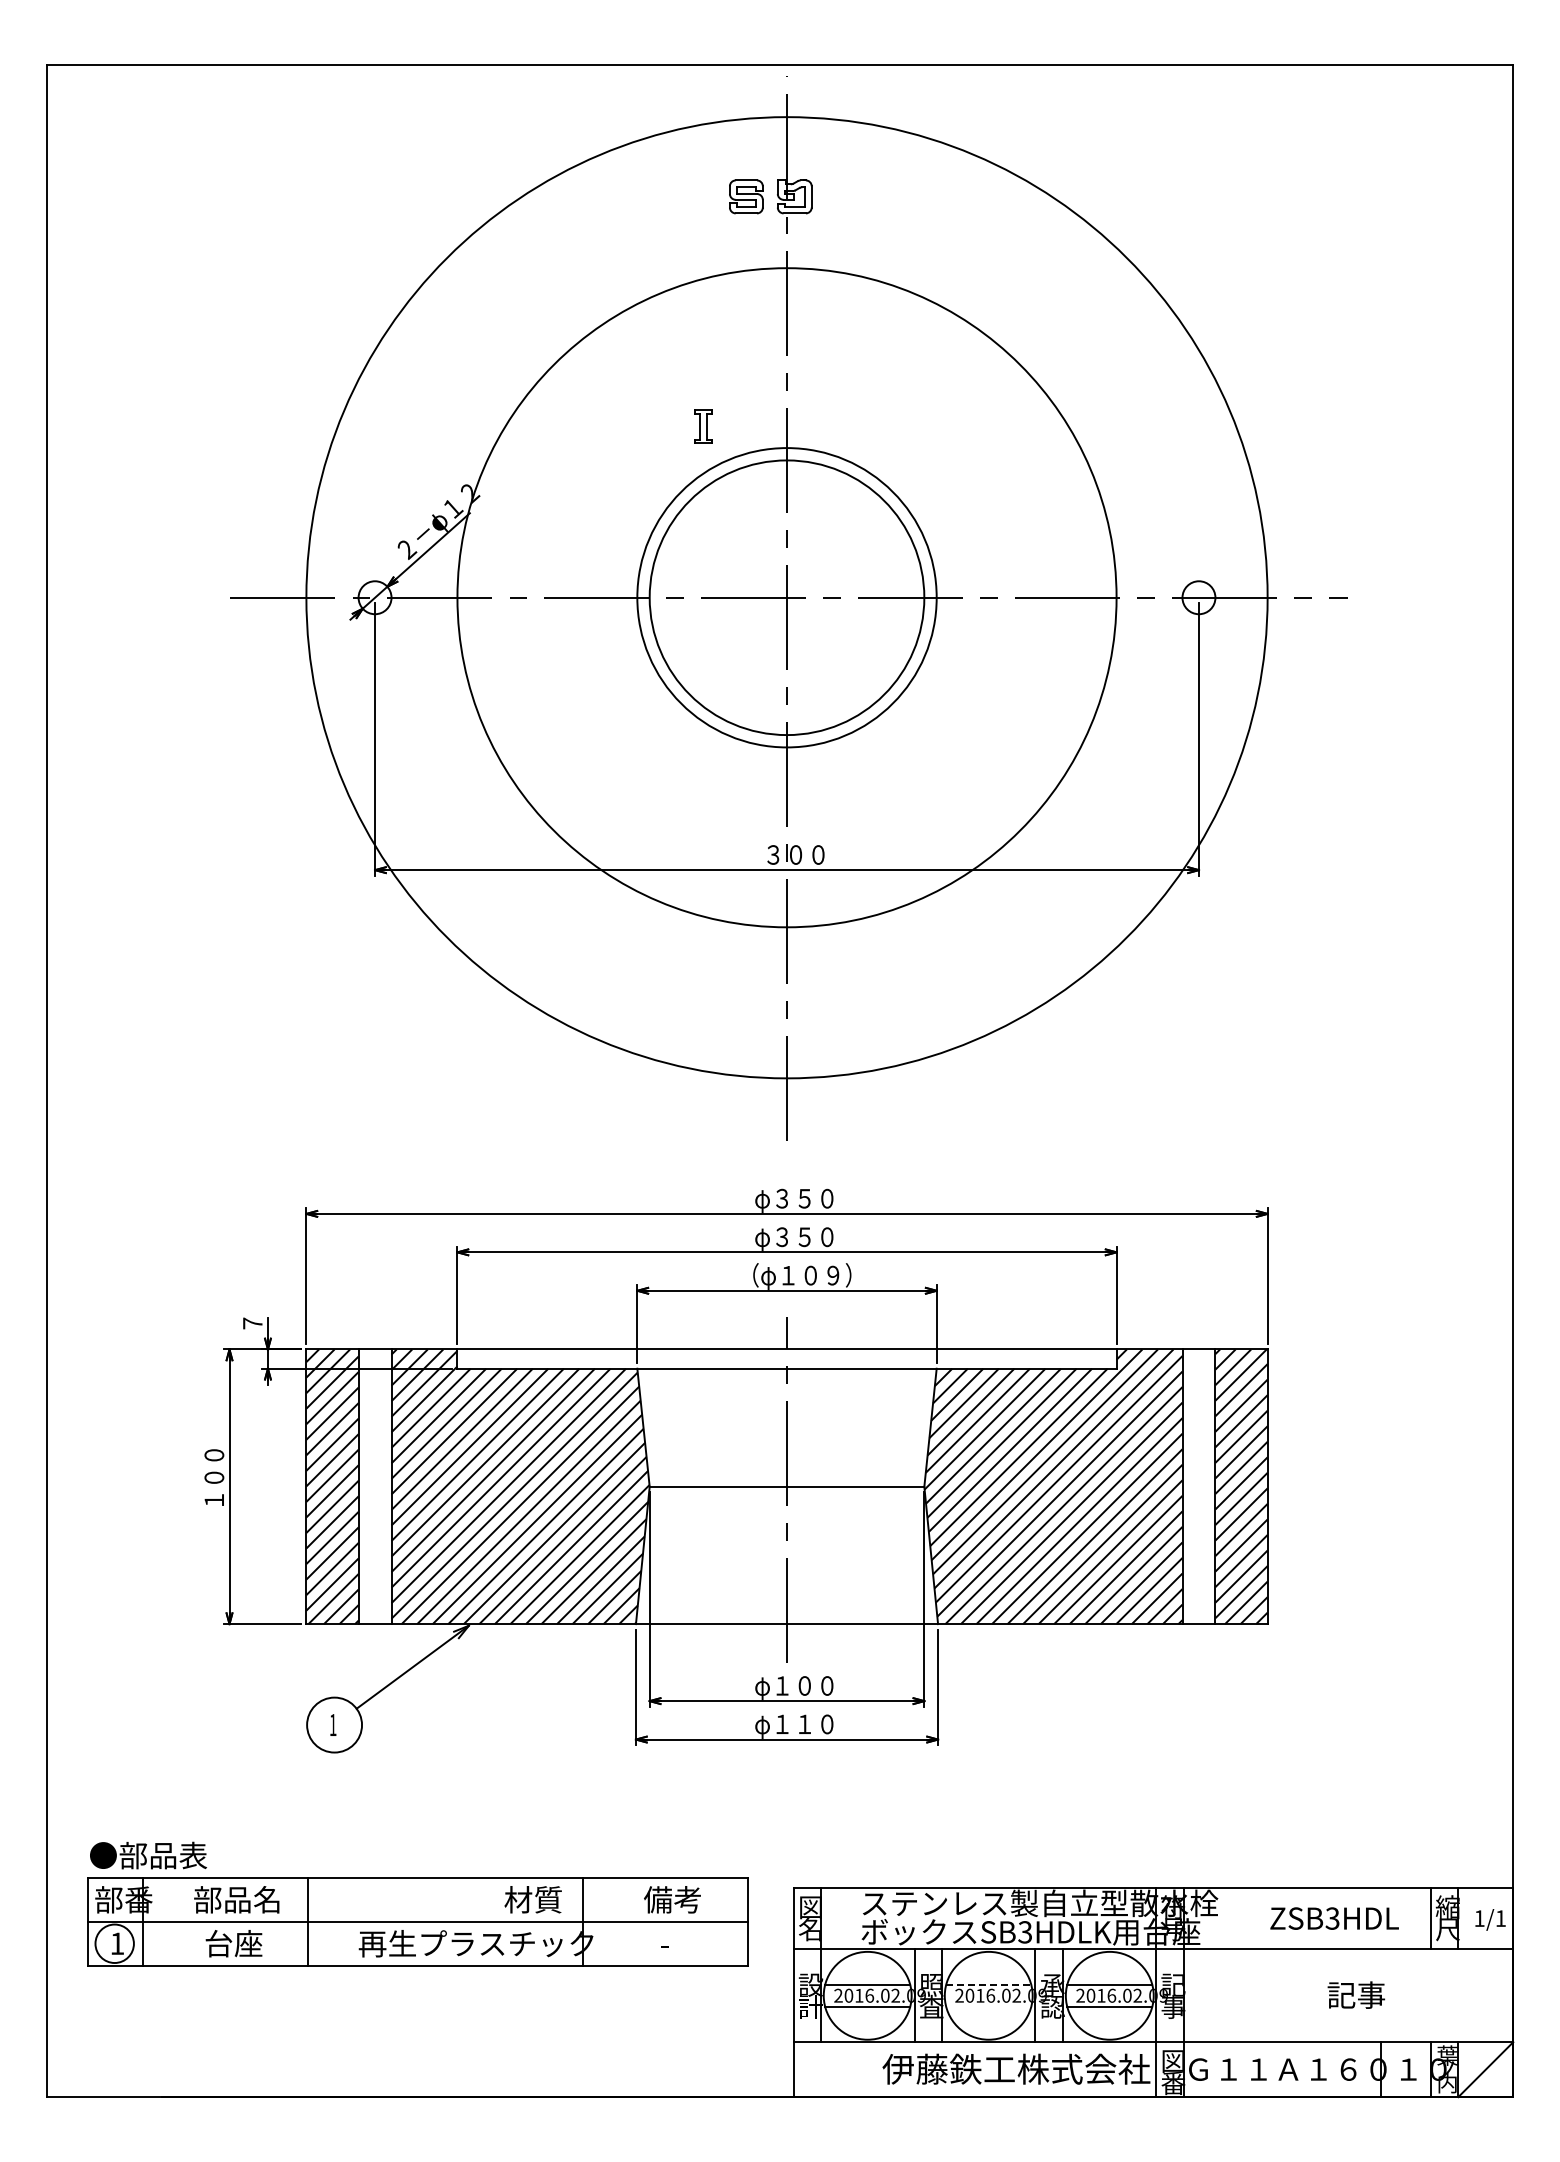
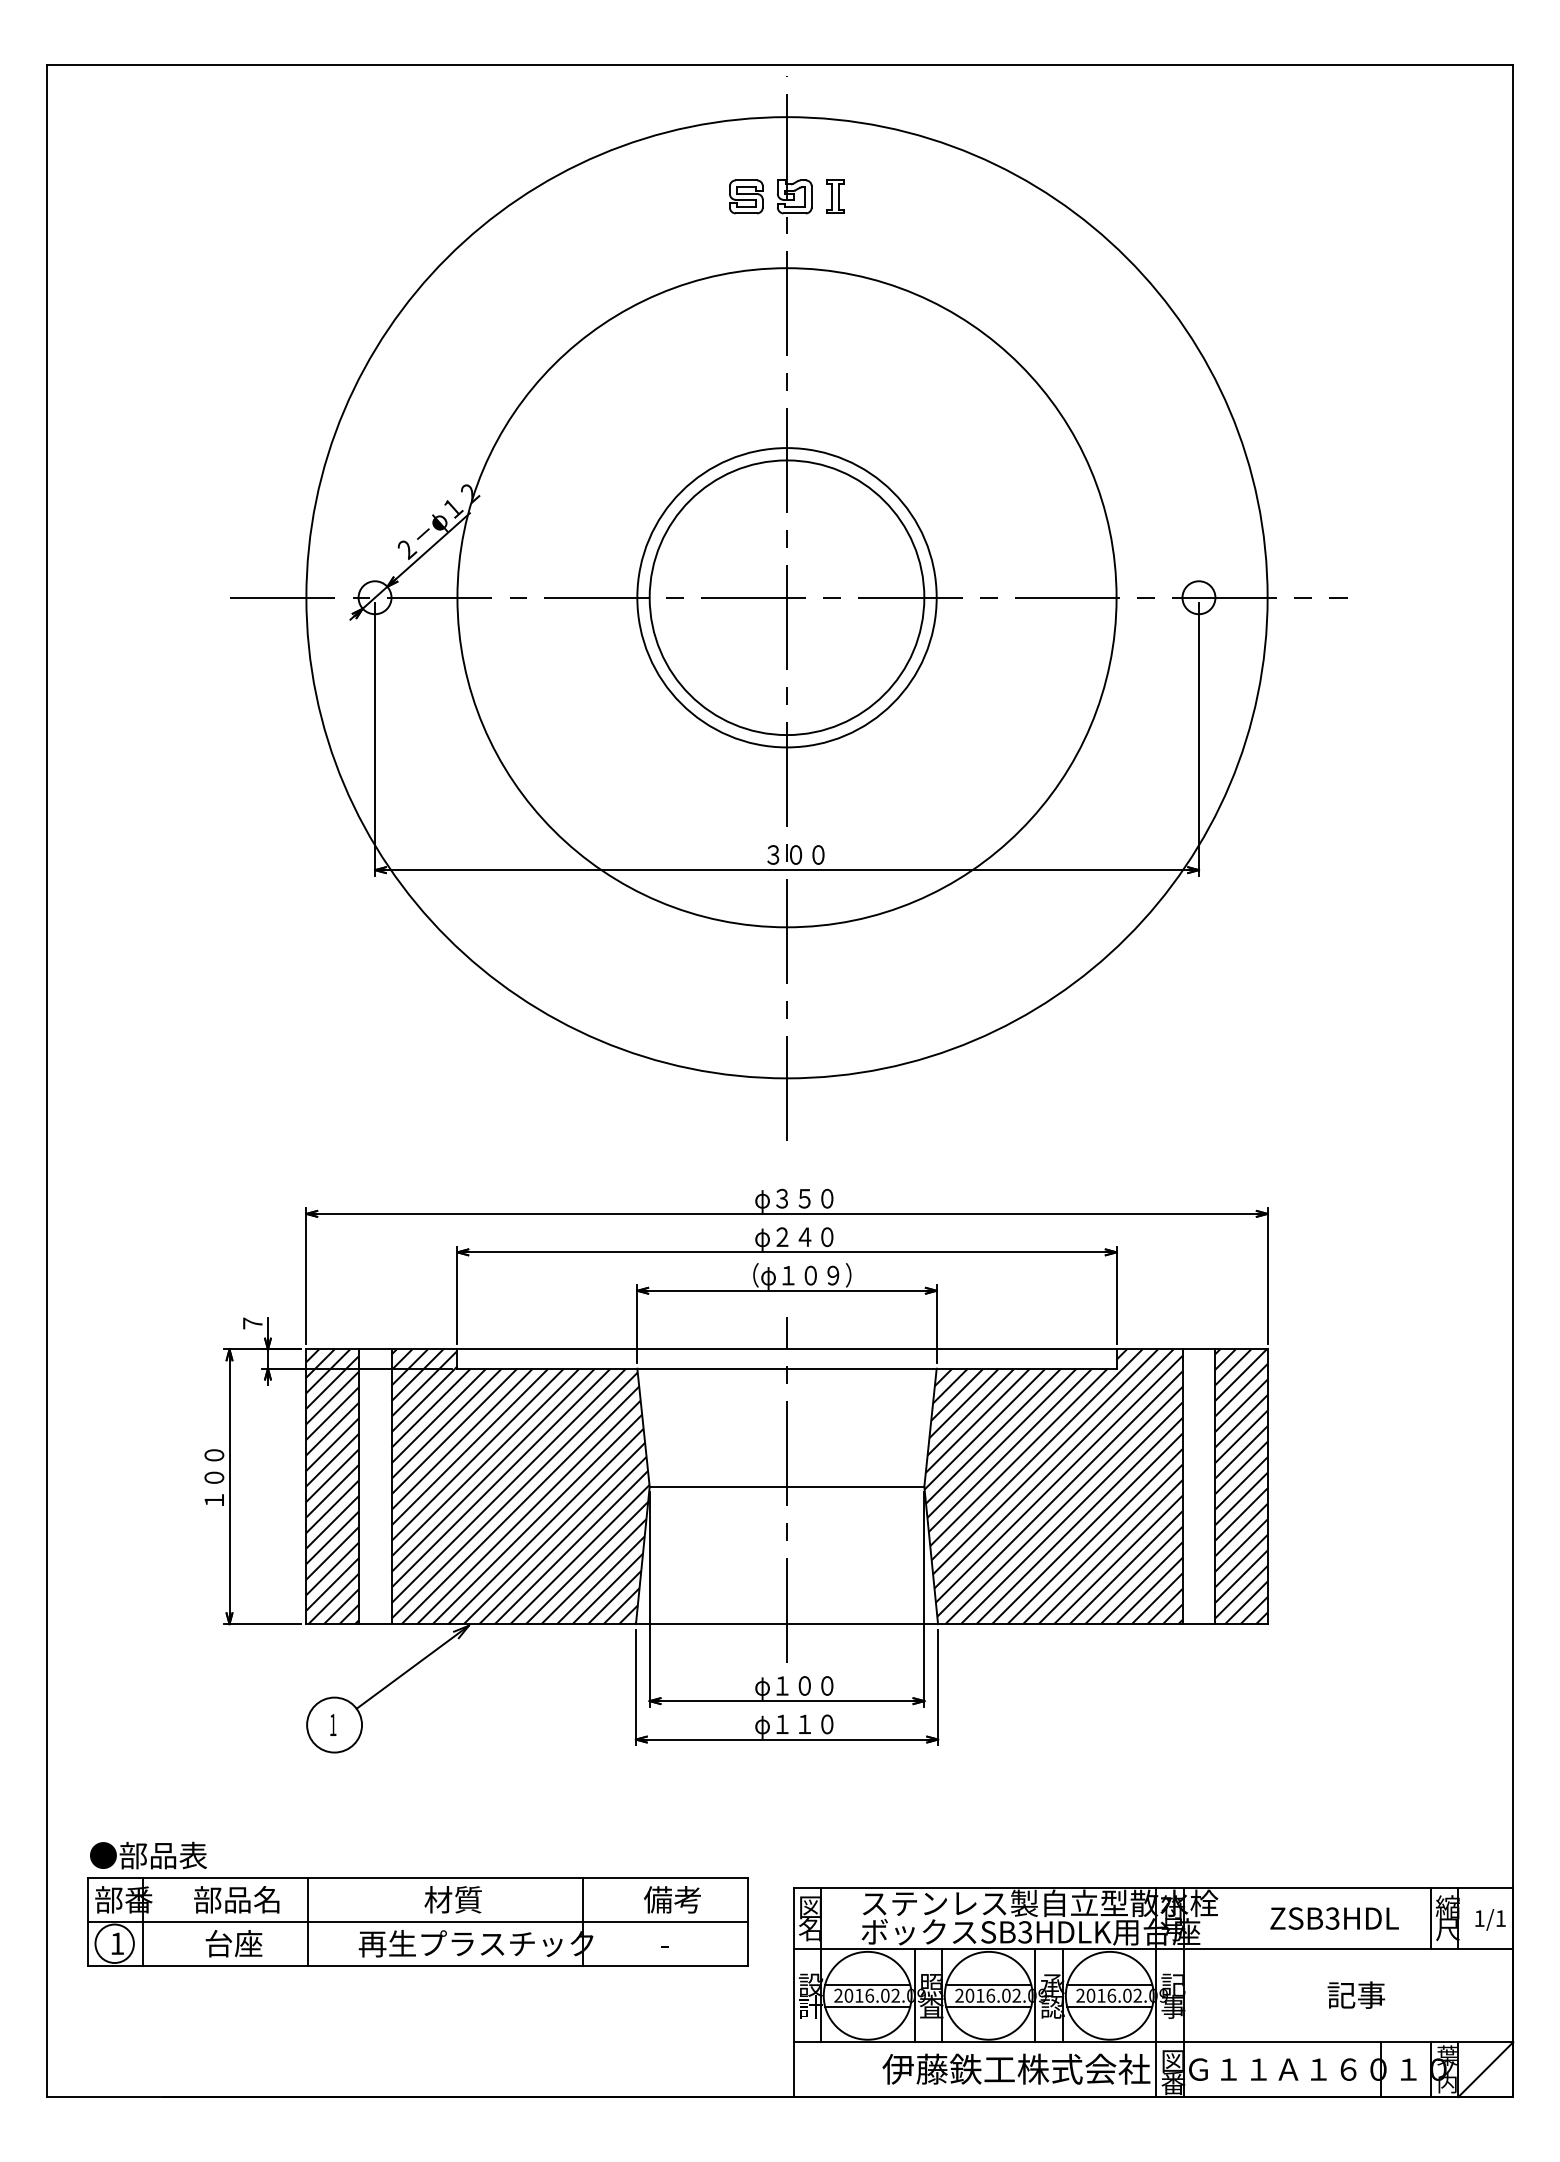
part at (703, 426) position: (703, 426) -> (835, 196)
text at (793, 1237): φ３５０ -> φ２４０
text at (532, 1899) position: (532, 1899) -> (452, 1899)
line at (988, 1984): dashed -> solid
line at (988, 2006): none -> present
